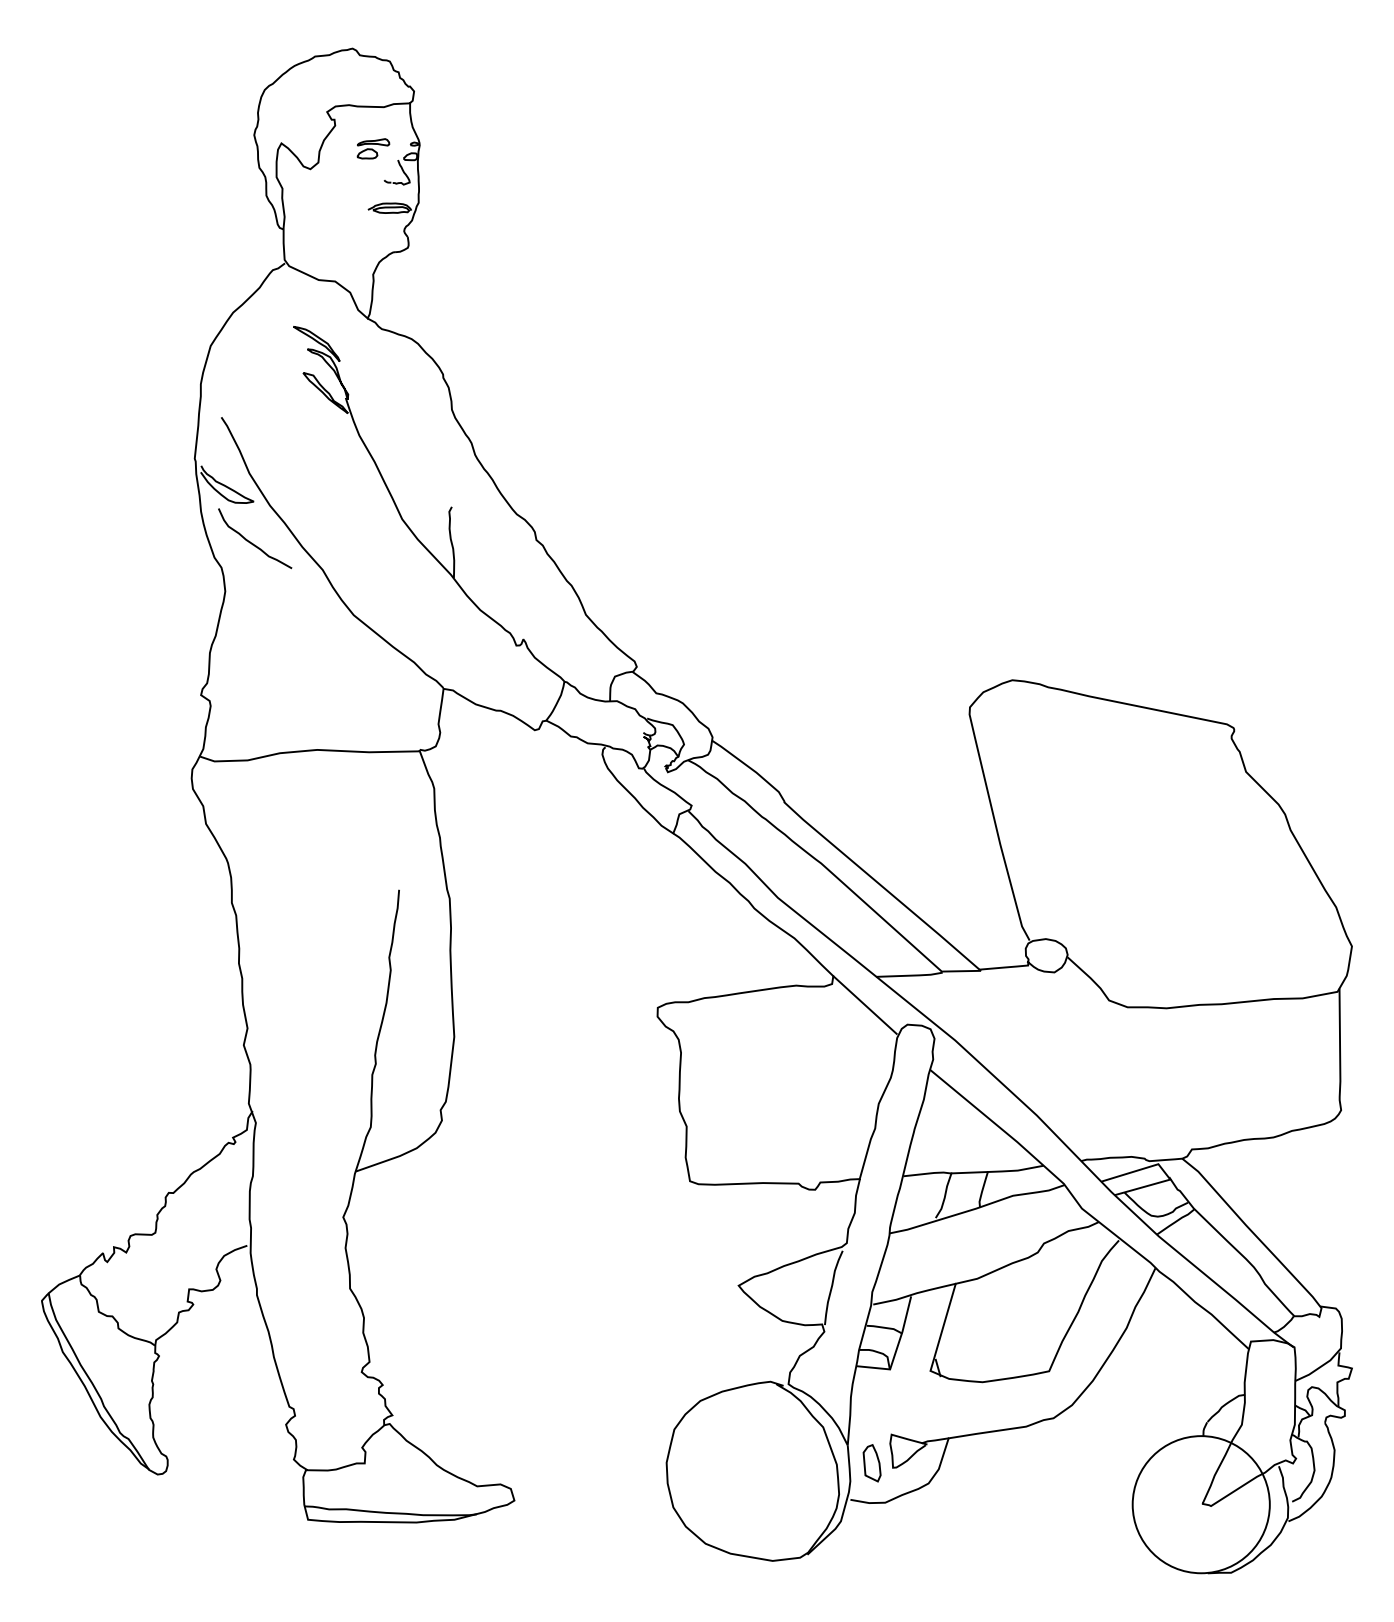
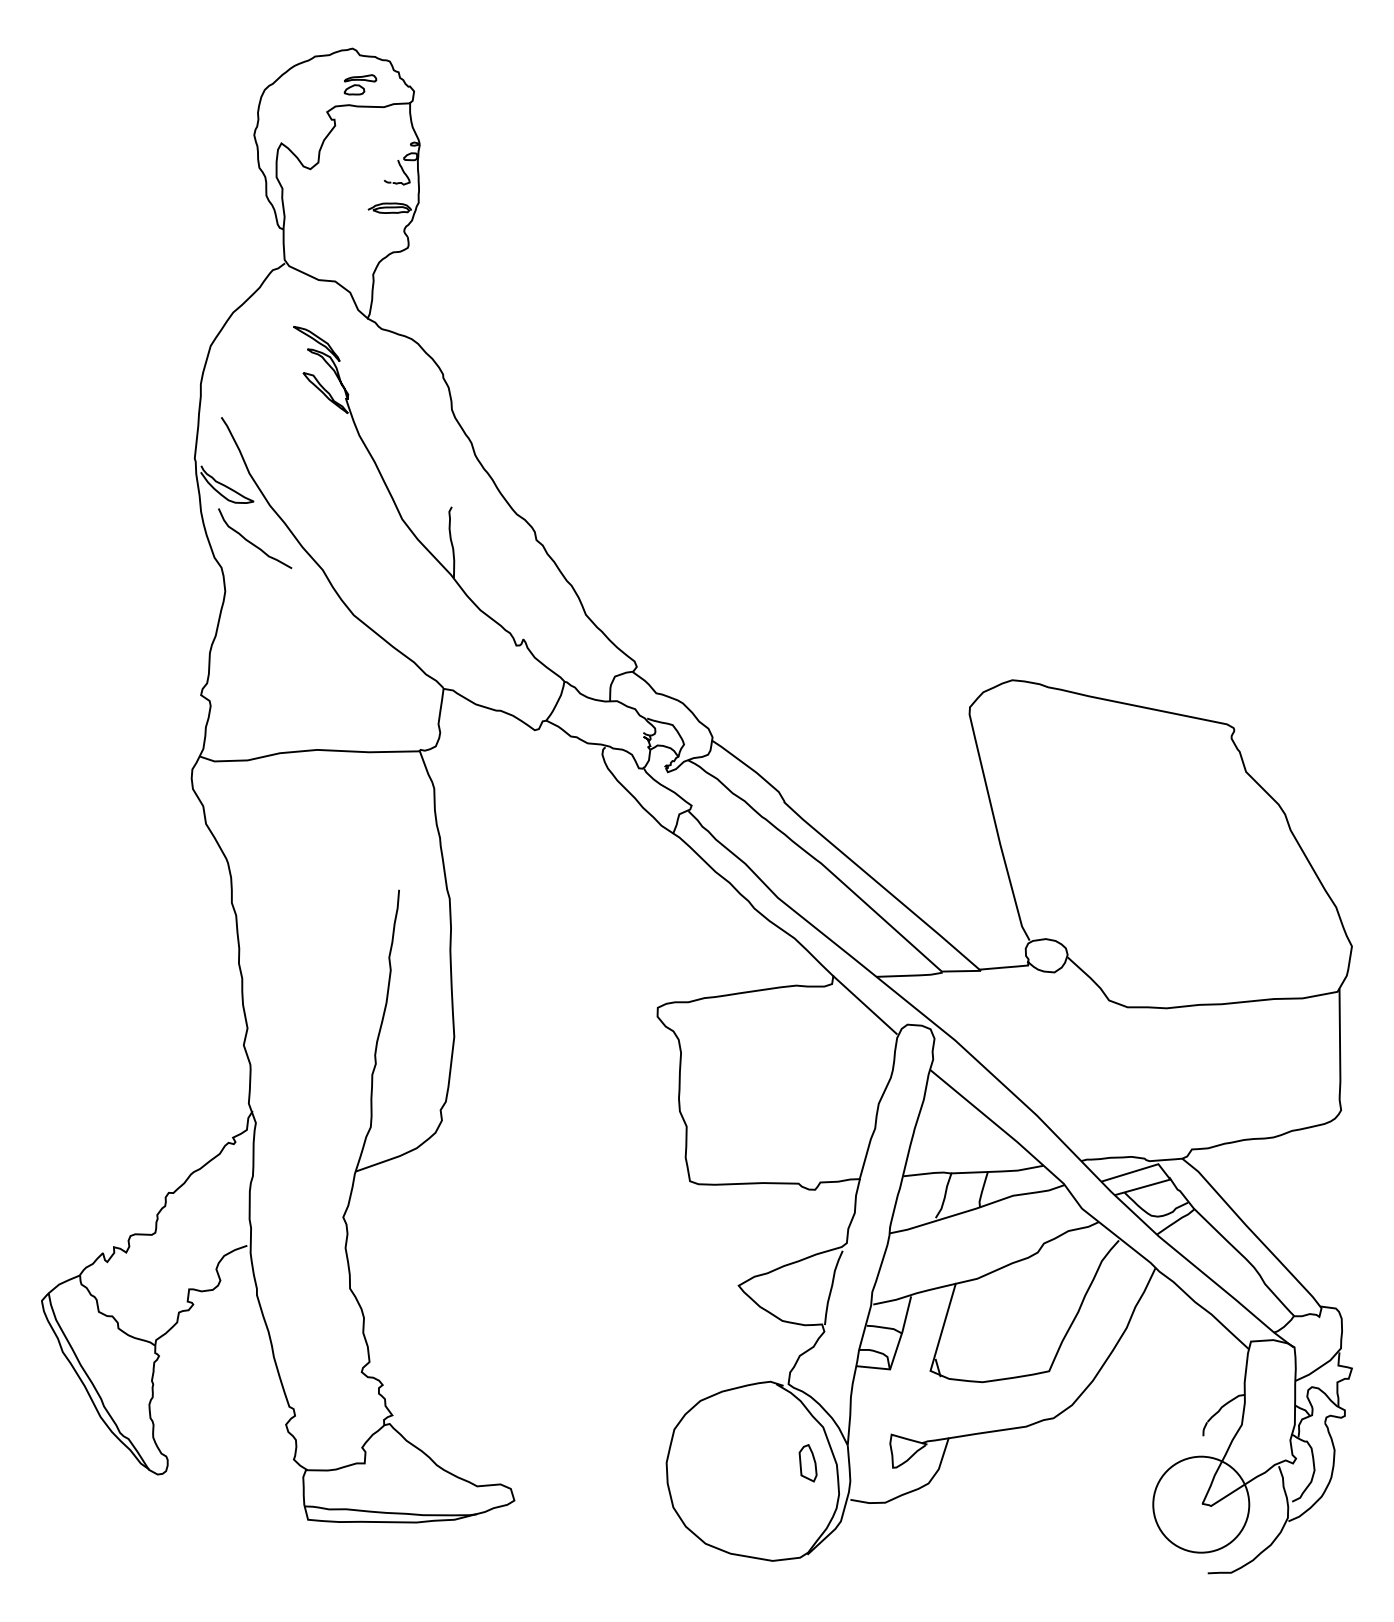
part at (373, 148) position: (373, 148) -> (360, 84)
curve at (865, 1463) position: (865, 1463) -> (801, 1463)
circle at (1200, 1504) diameter: 137 px -> 96 px
